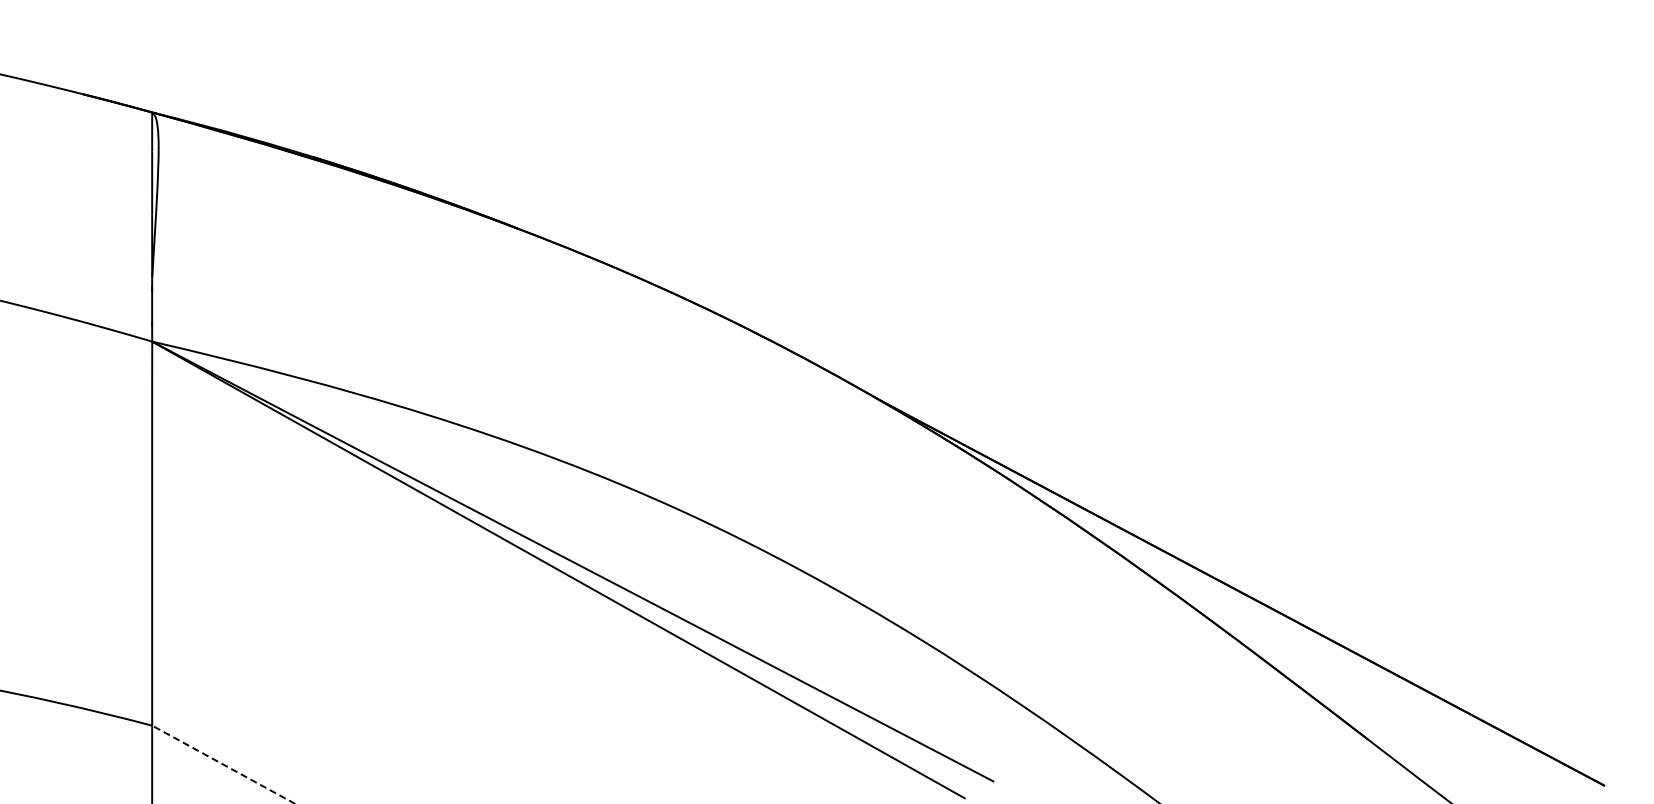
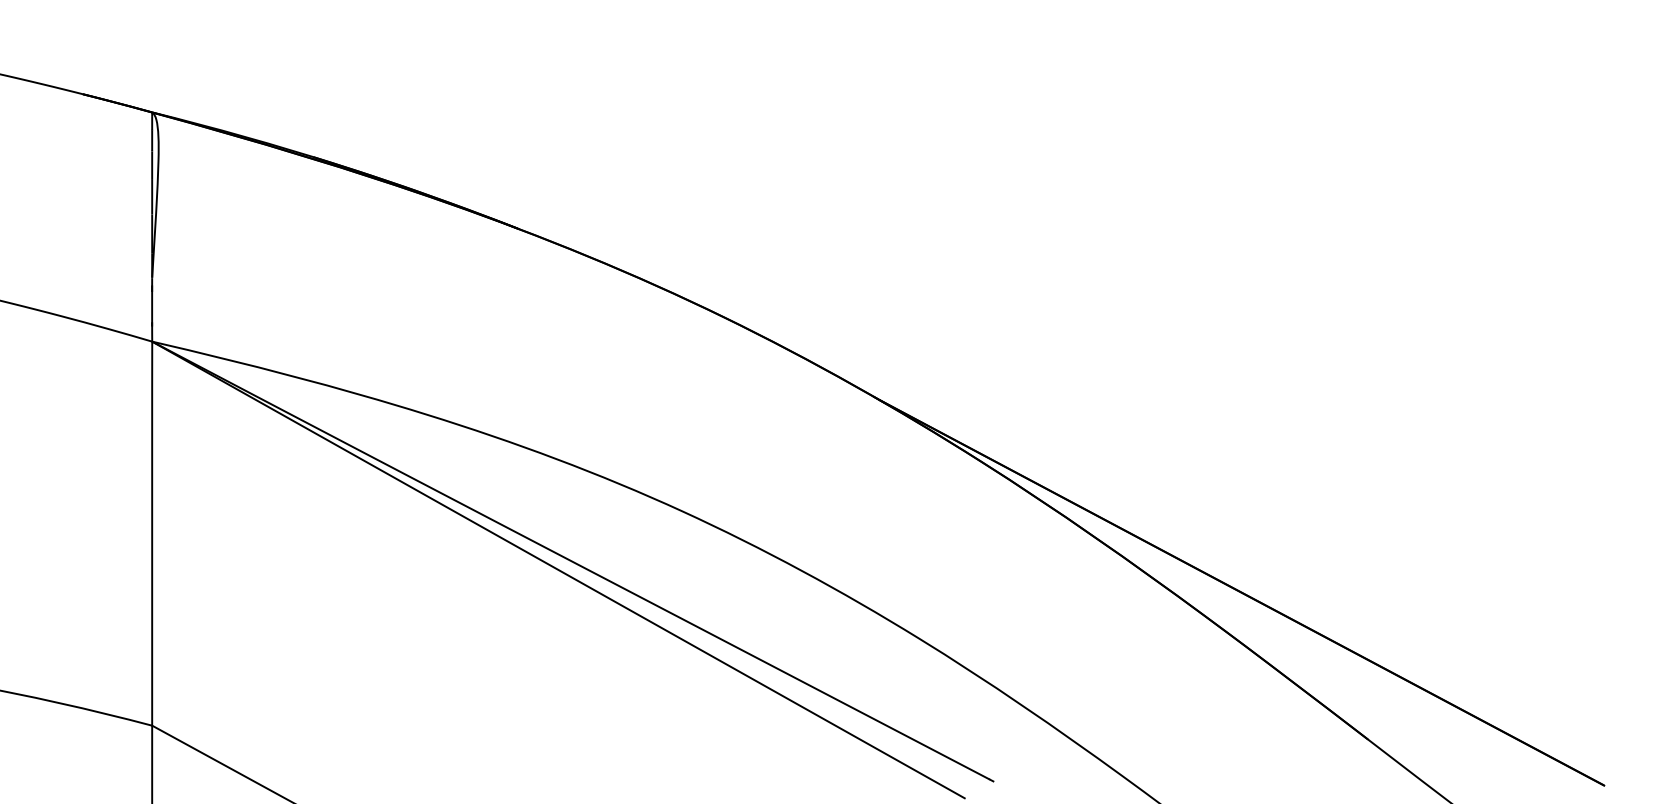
line at (223, 764): dashed -> solid
